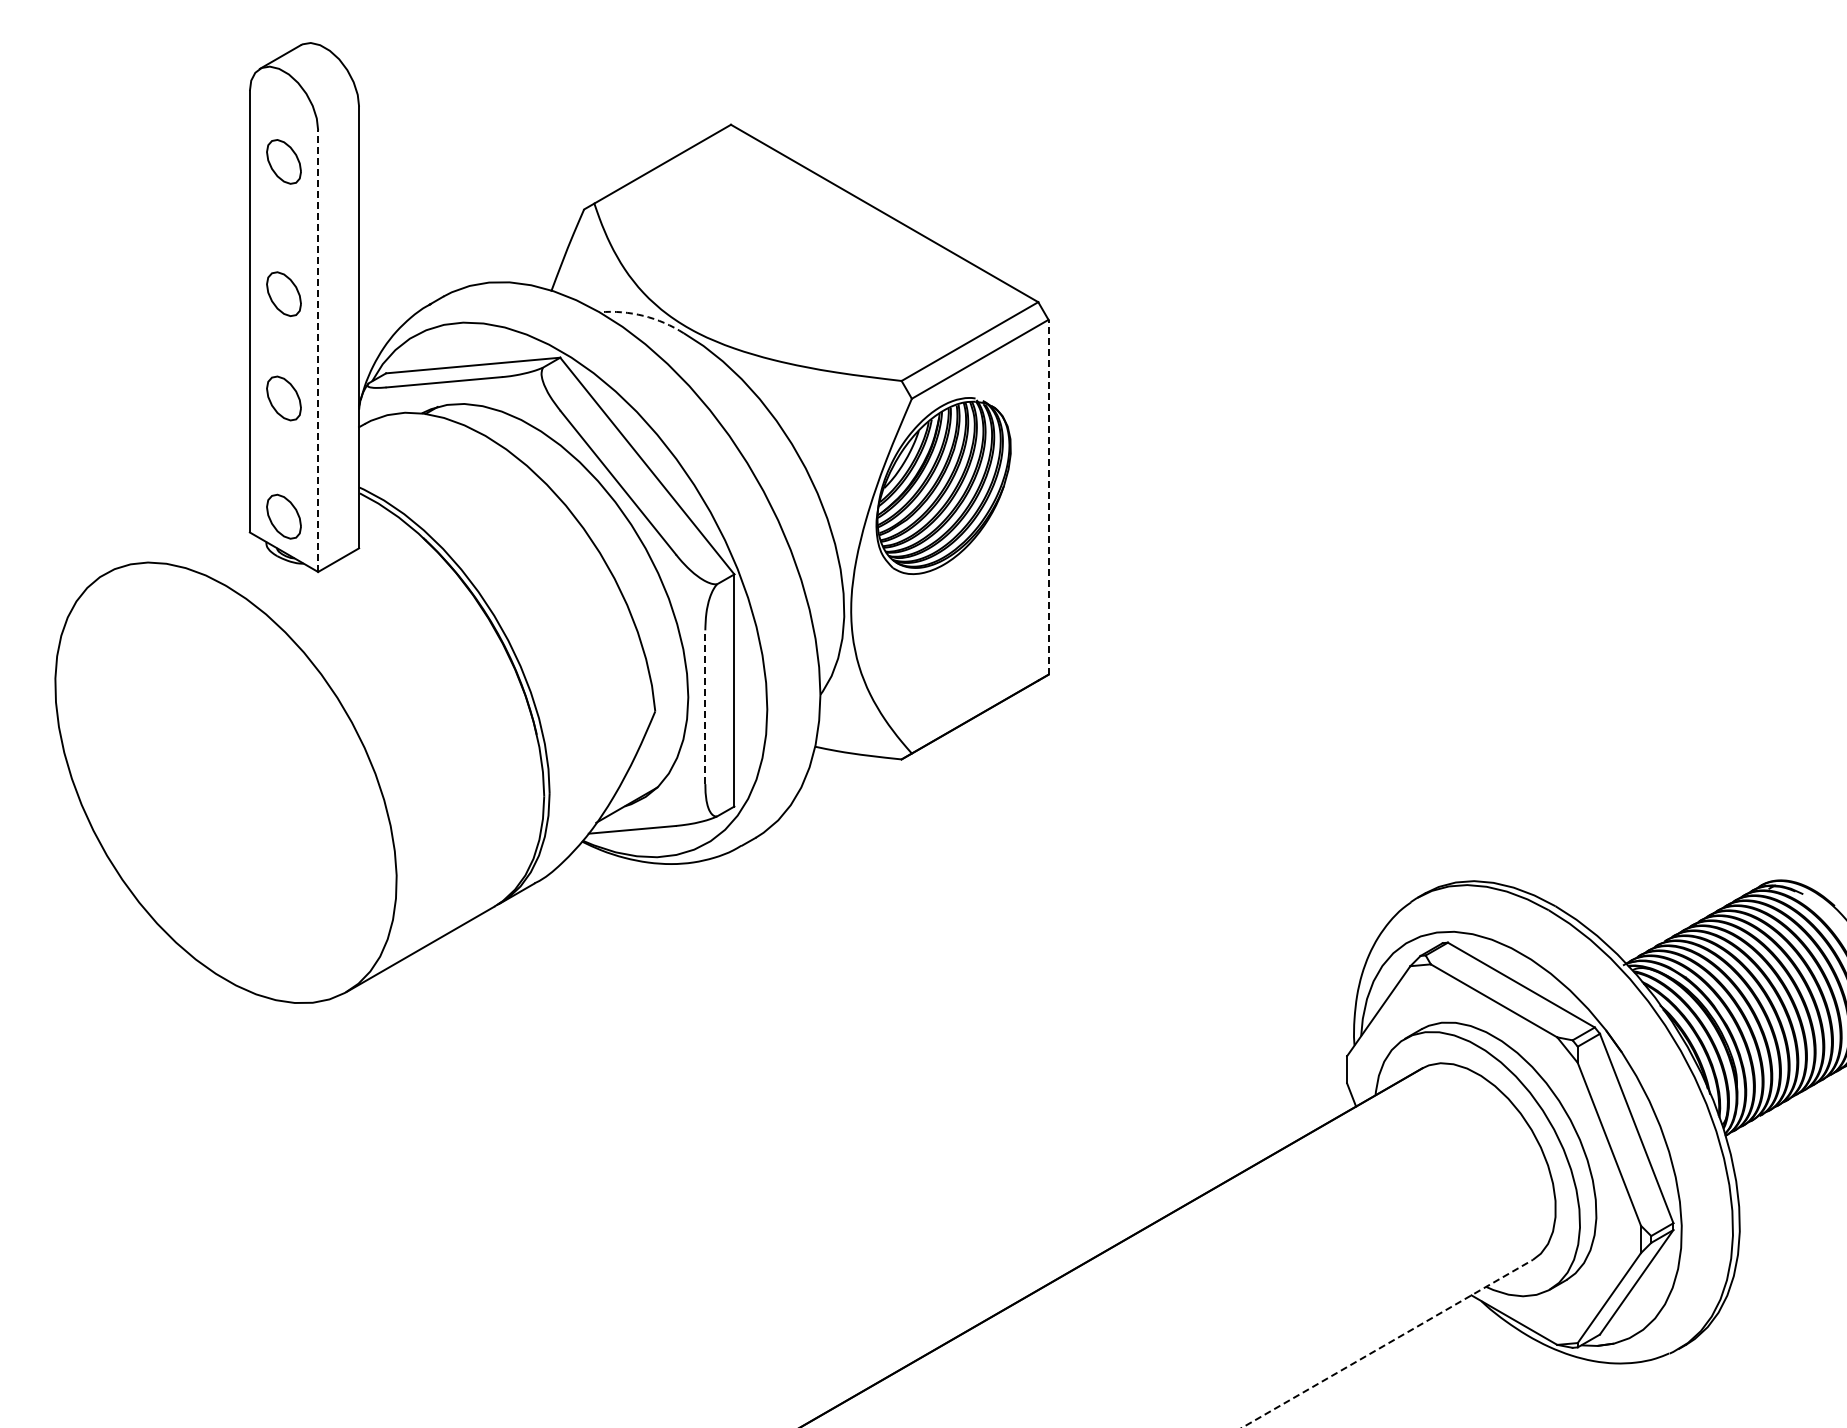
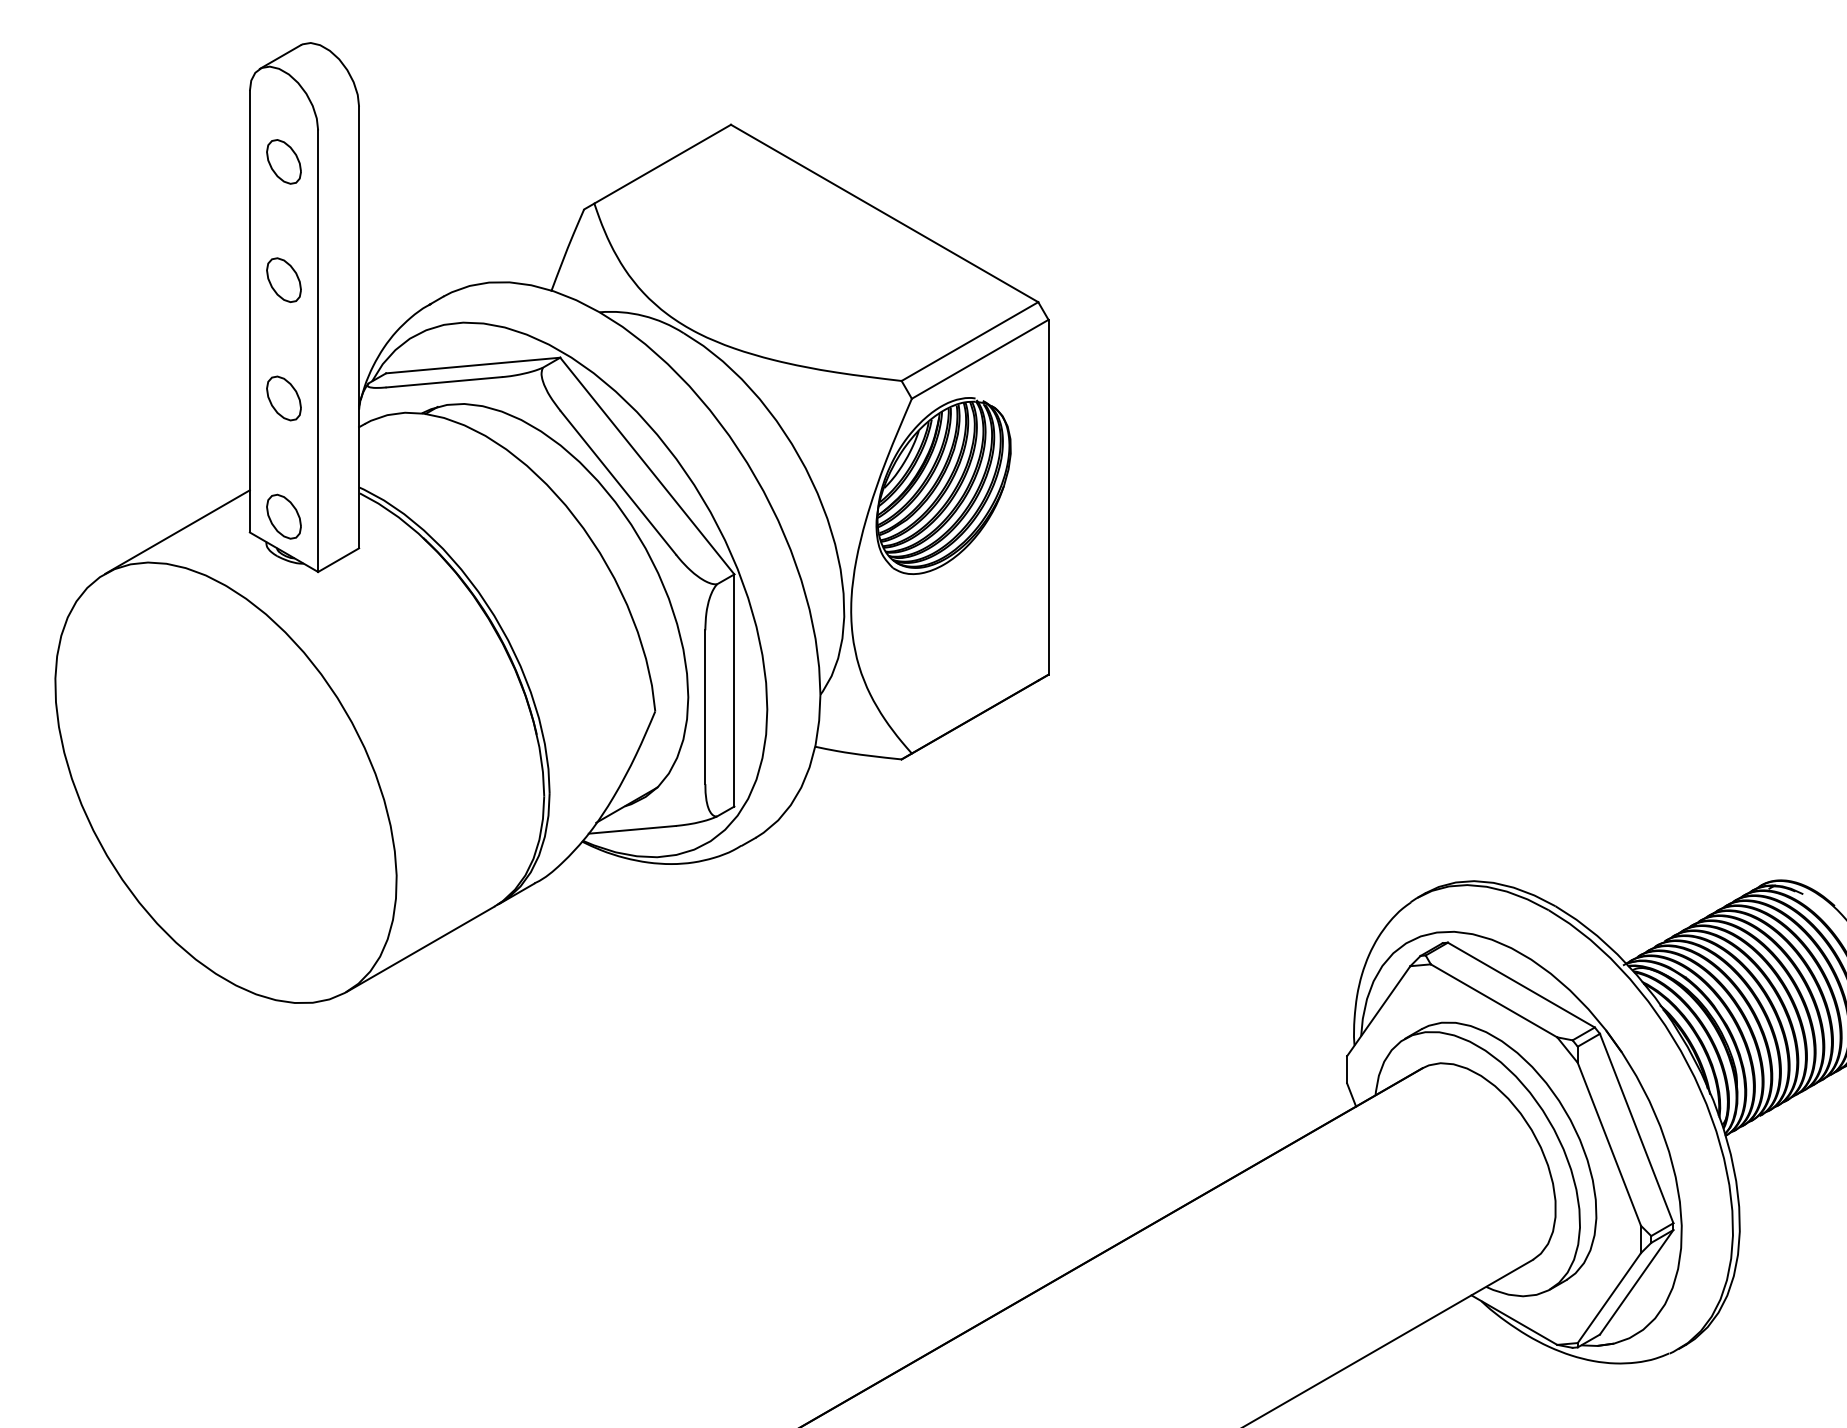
part at (283, 293) position: (283, 293) -> (283, 279)
arc at (643, 315): dashed -> solid
line at (318, 351): dashed -> solid
line at (1048, 496): dashed -> solid
line at (177, 531): none -> present
line at (705, 707): dashed -> solid
line at (1387, 1343): dashed -> solid
